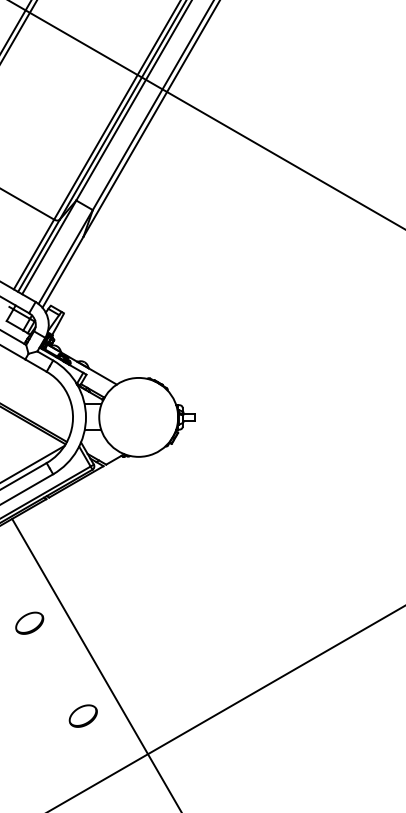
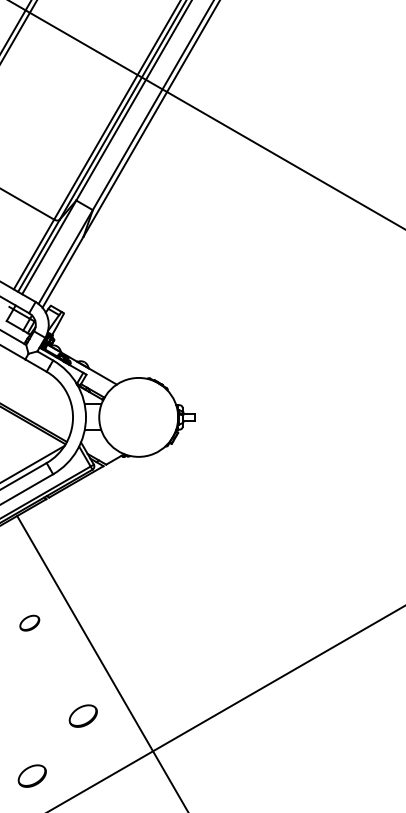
part at (29, 622) size: 30x24 px -> 22x18 px
line at (95, 663) position: (95, 663) -> (101, 662)
part at (31, 775): none -> present
